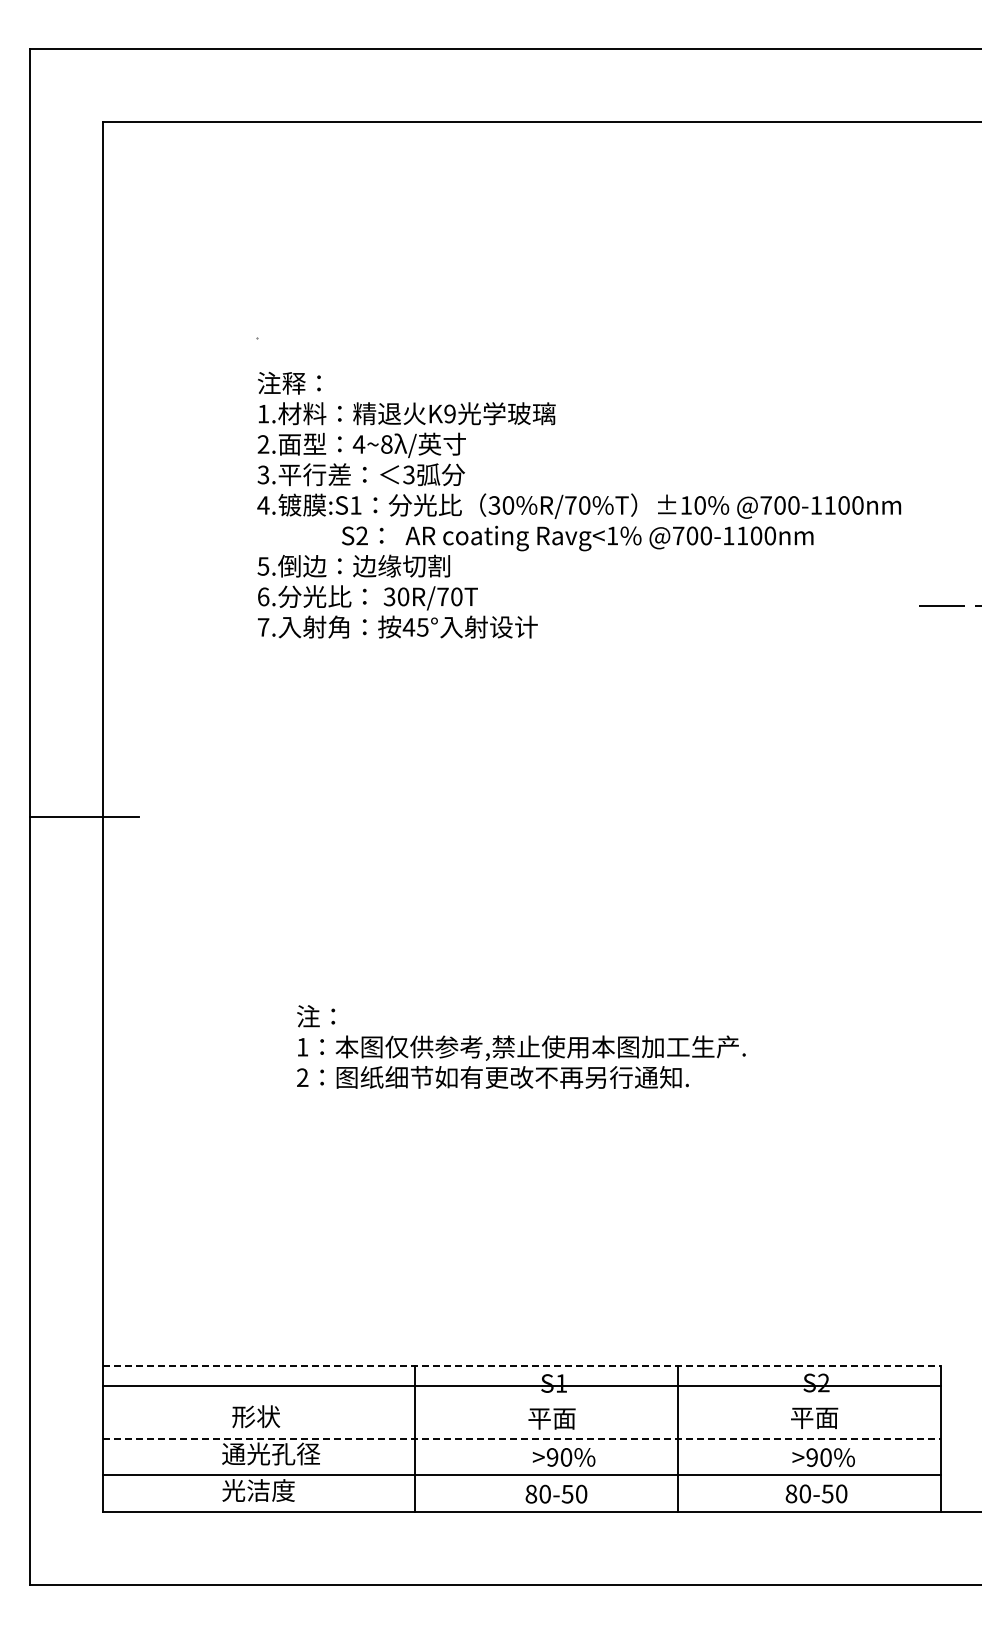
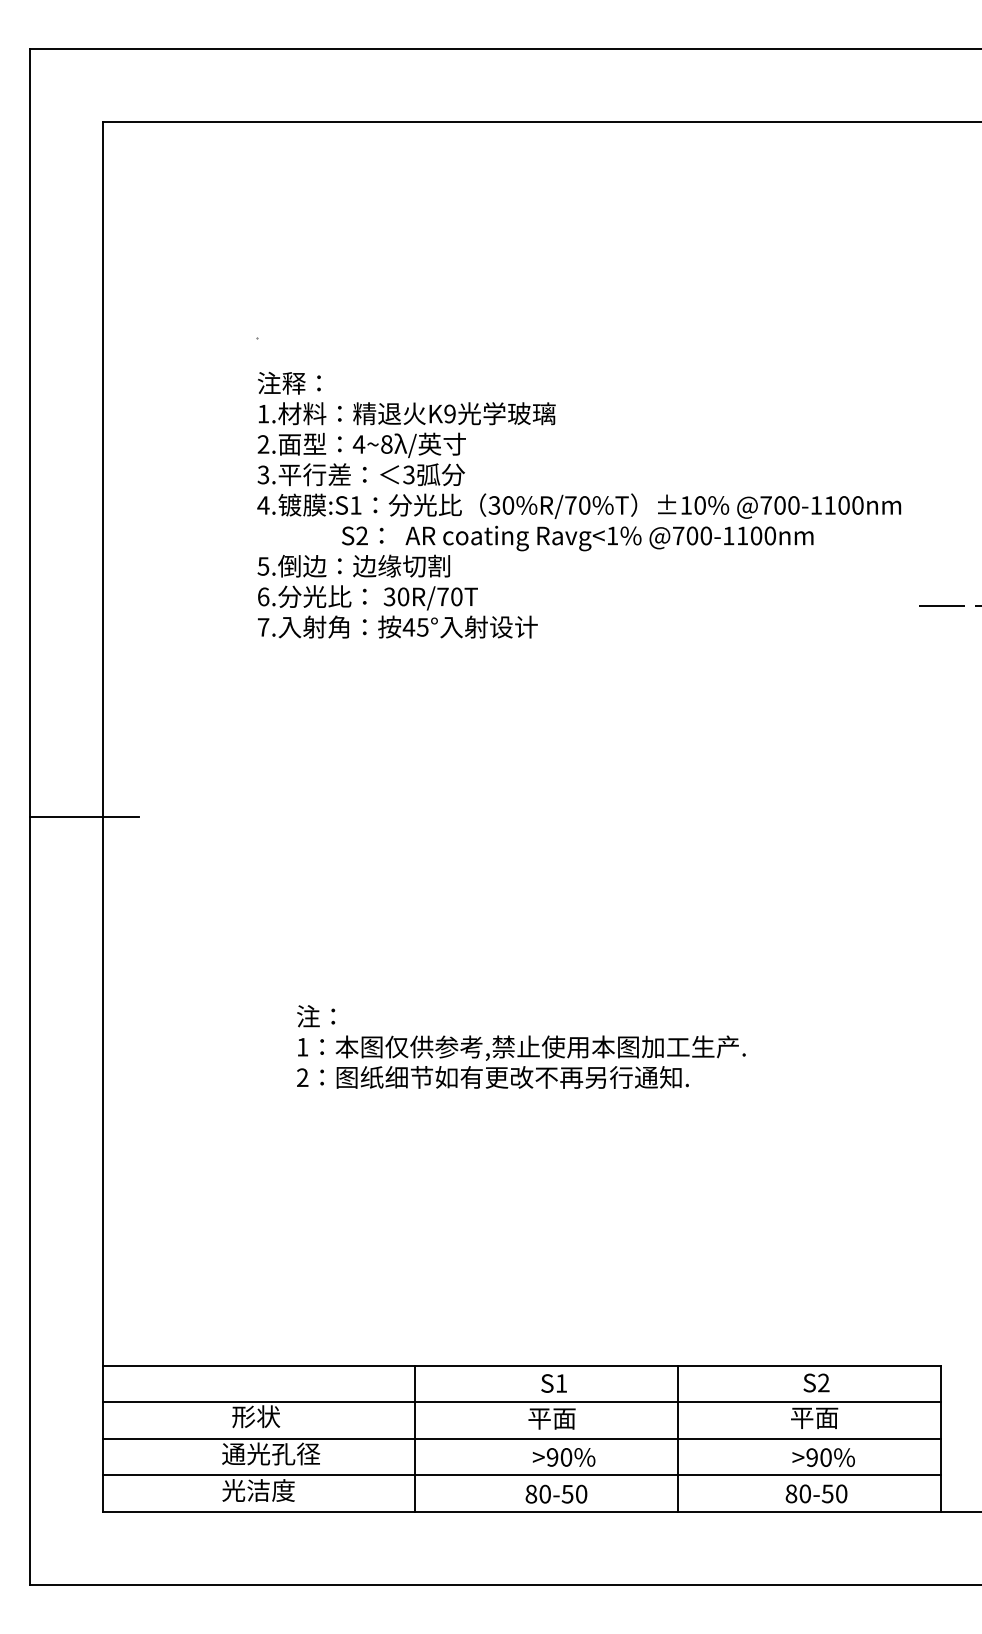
line at (522, 1365): dashed -> solid
line at (521, 1386) position: (521, 1386) -> (521, 1402)
line at (522, 1438): dashed -> solid
